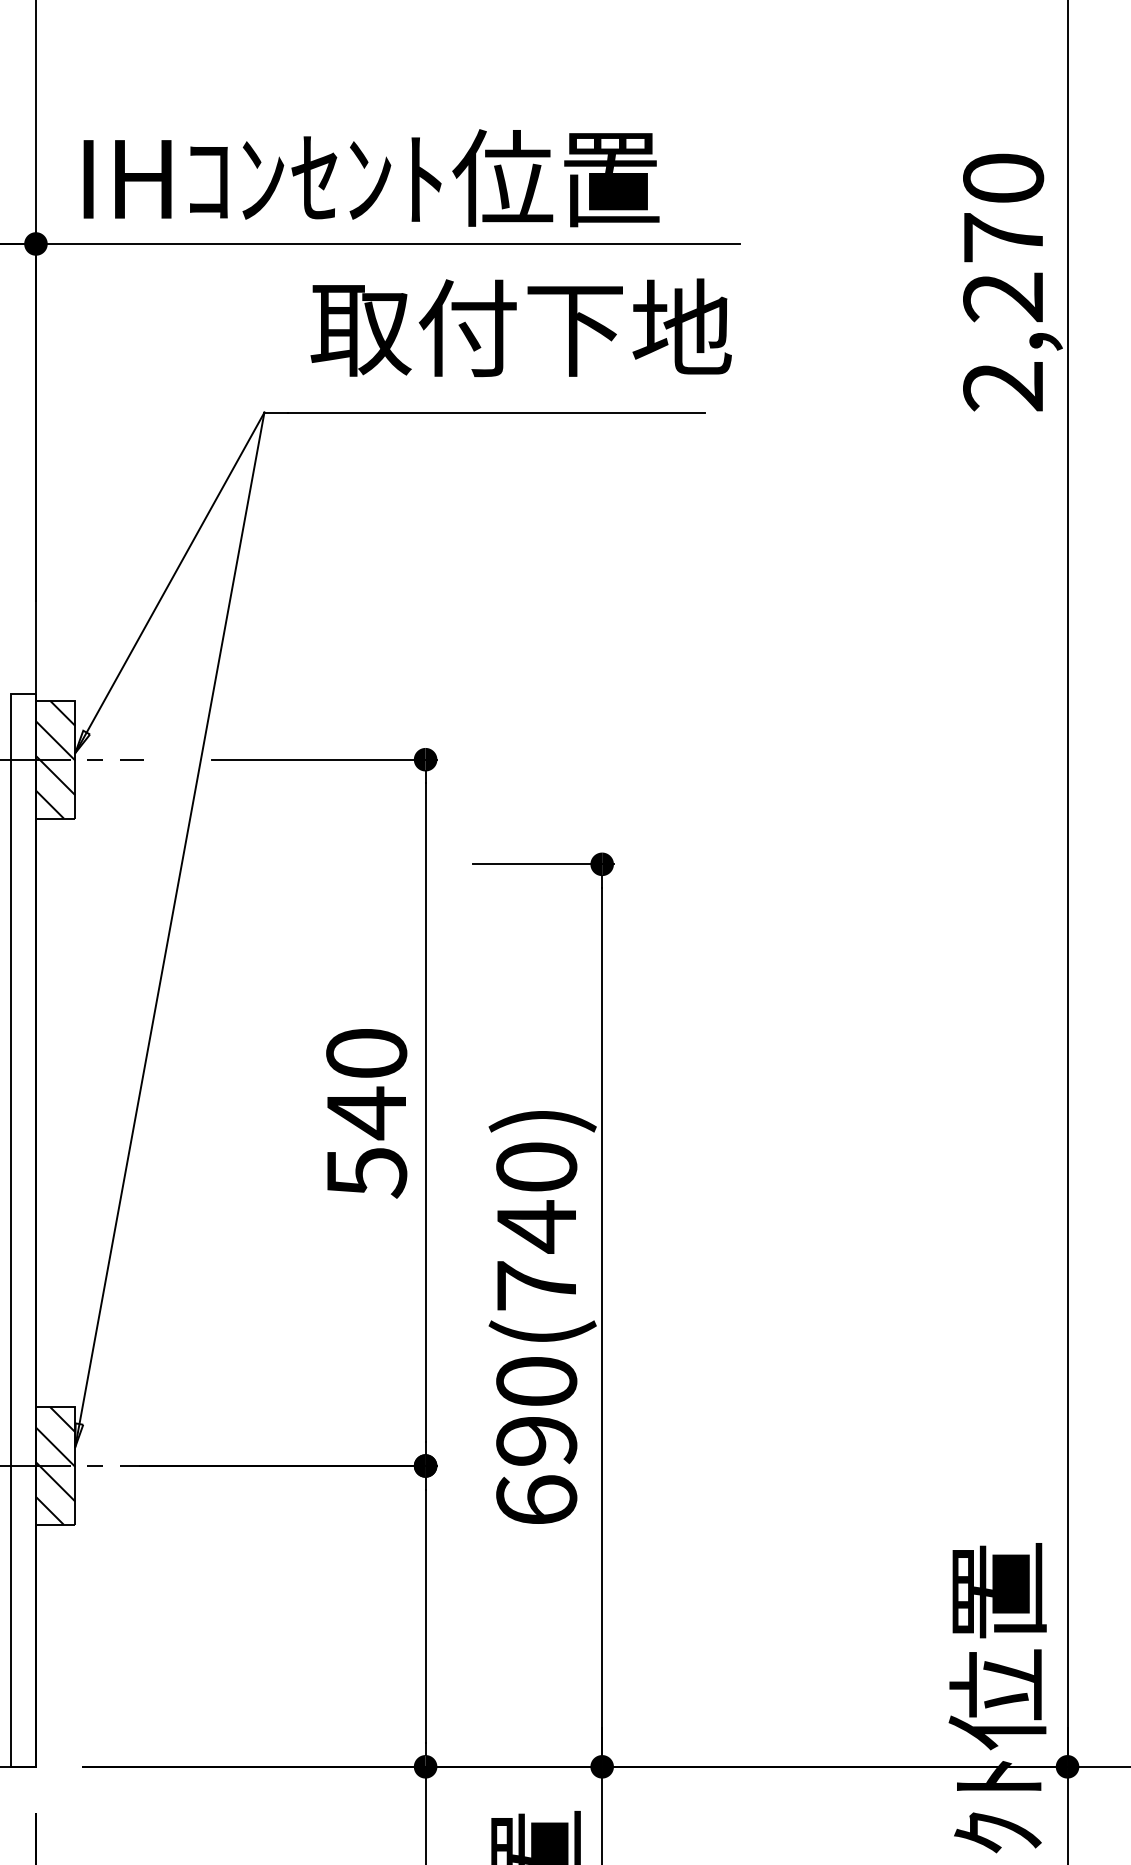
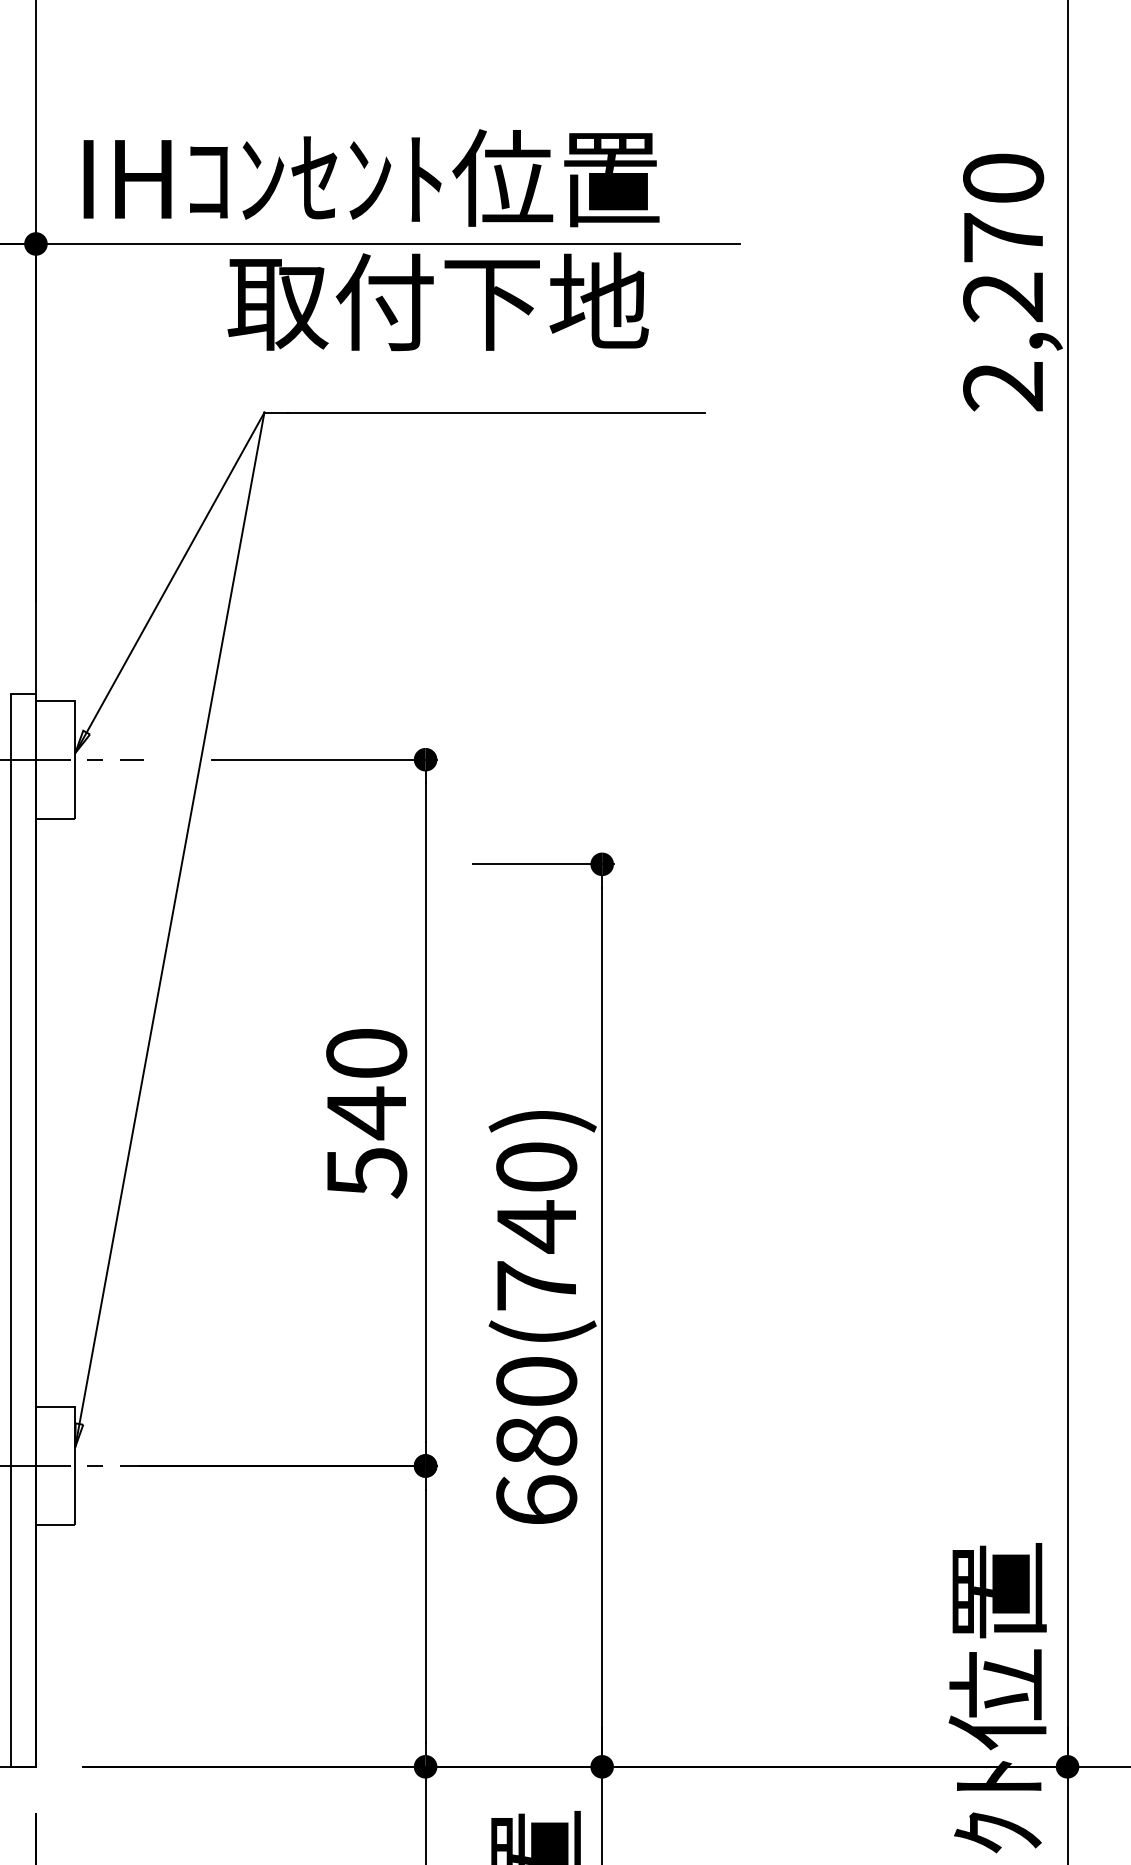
text at (520, 327) position: (520, 327) -> (437, 301)
hatch at (55, 759): present -> none
text at (536, 1440): 690(740) -> 680(740)
hatch at (55, 1465): present -> none
